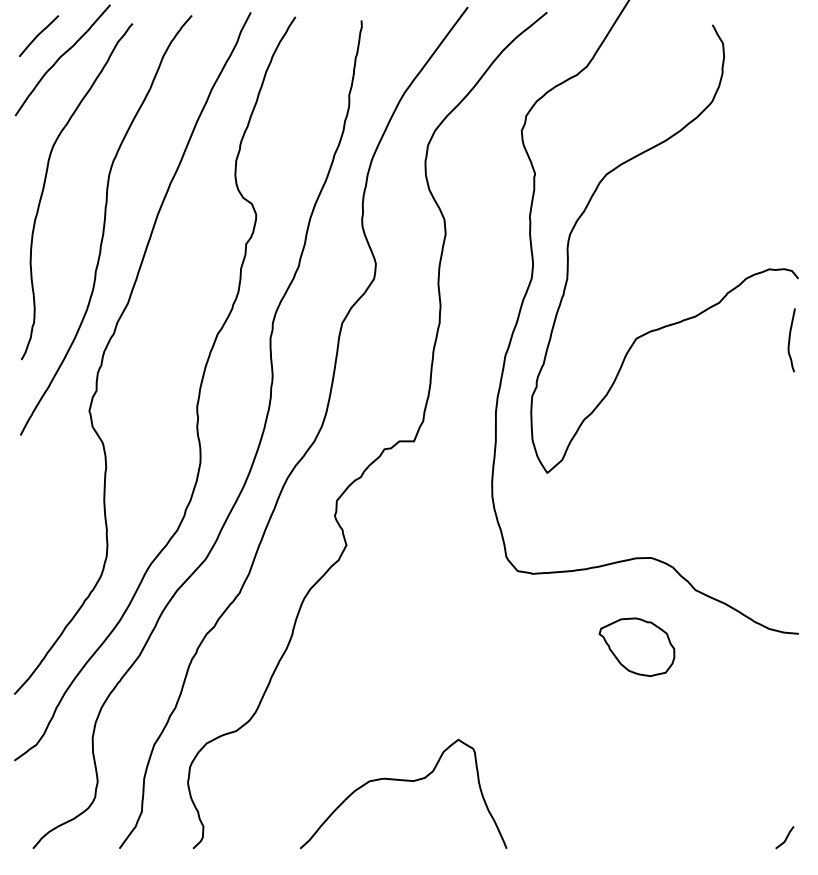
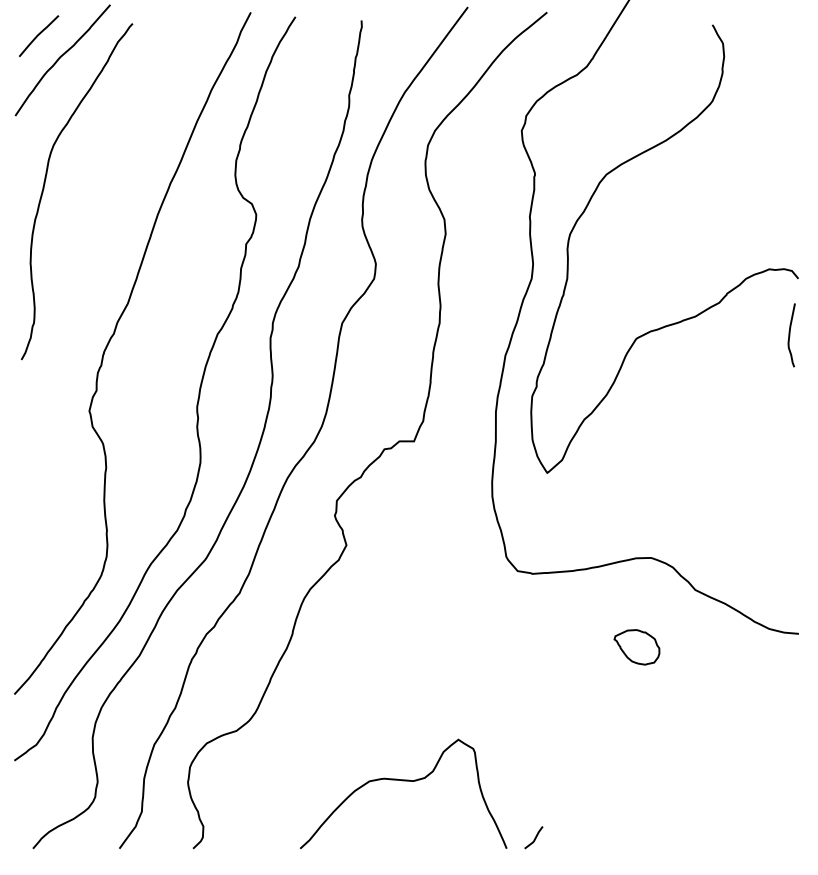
curve at (105, 225): present -> none
curve at (790, 340) position: (790, 340) -> (790, 335)
part at (636, 647) size: 78x61 px -> 48x37 px
line at (785, 837) position: (785, 837) -> (534, 837)
